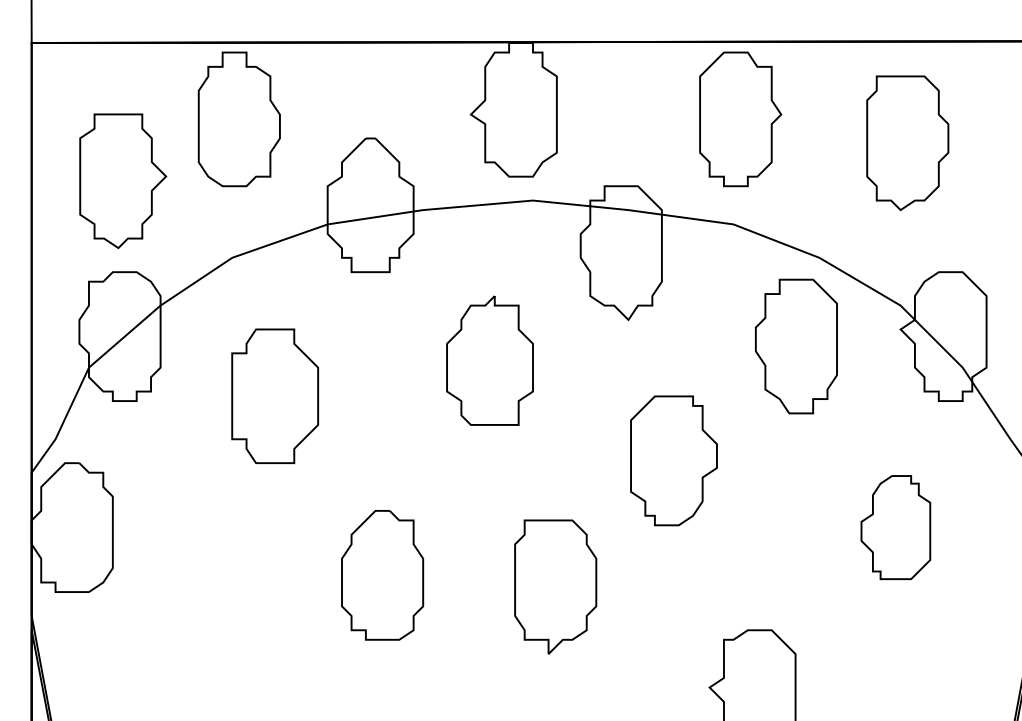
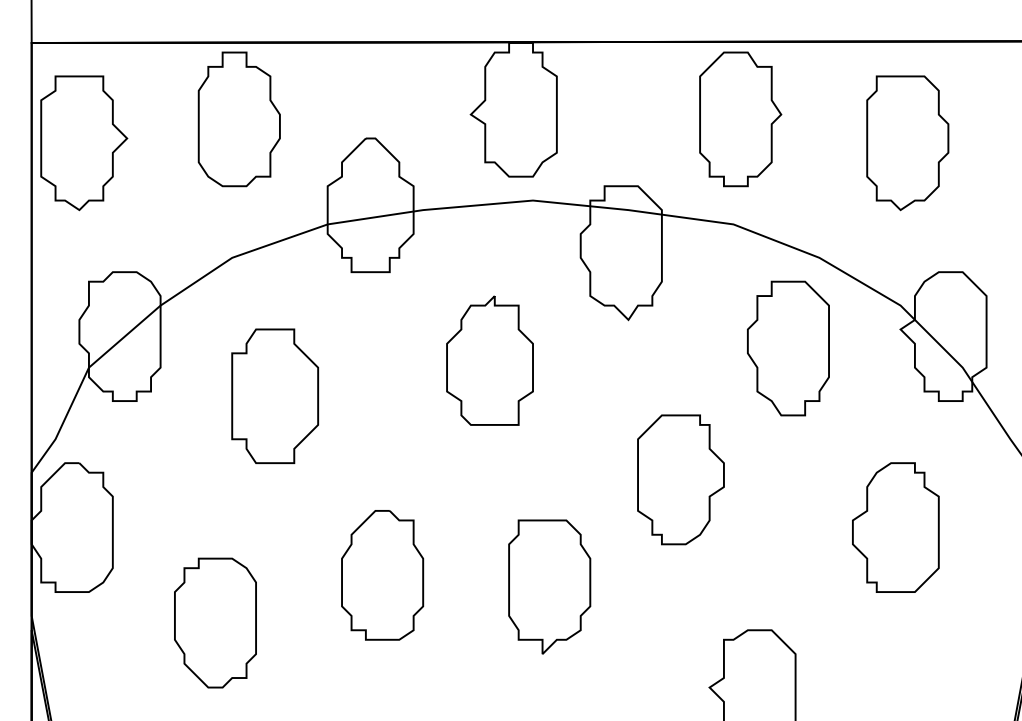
part at (123, 181) position: (123, 181) -> (84, 143)
part at (796, 346) position: (796, 346) -> (788, 348)
part at (673, 460) position: (673, 460) -> (680, 479)
part at (895, 527) size: 72x105 px -> 88x131 px
part at (555, 586) position: (555, 586) -> (549, 586)
part at (215, 622): none -> present
